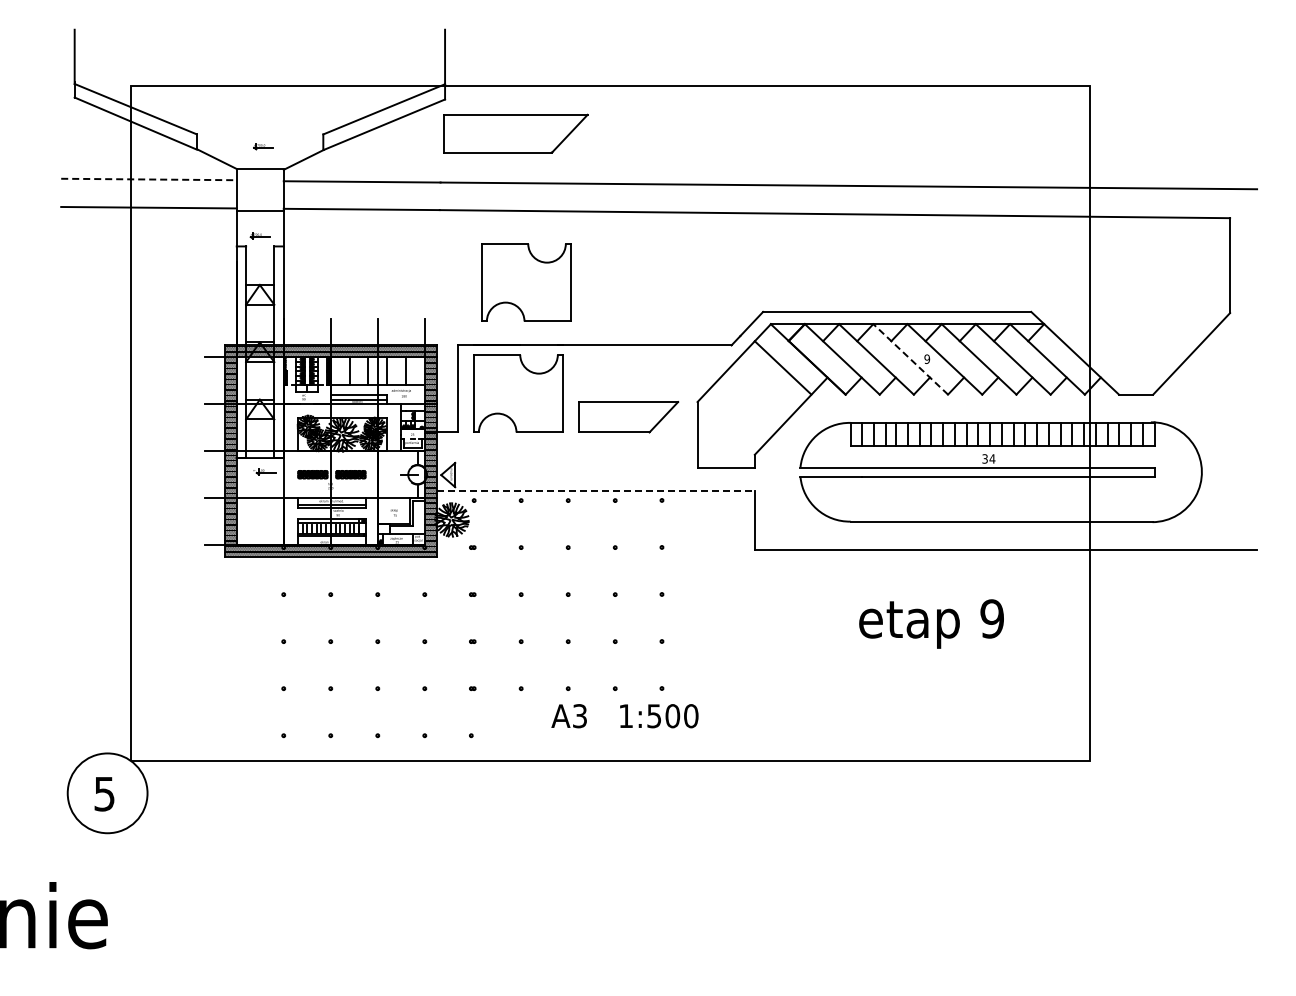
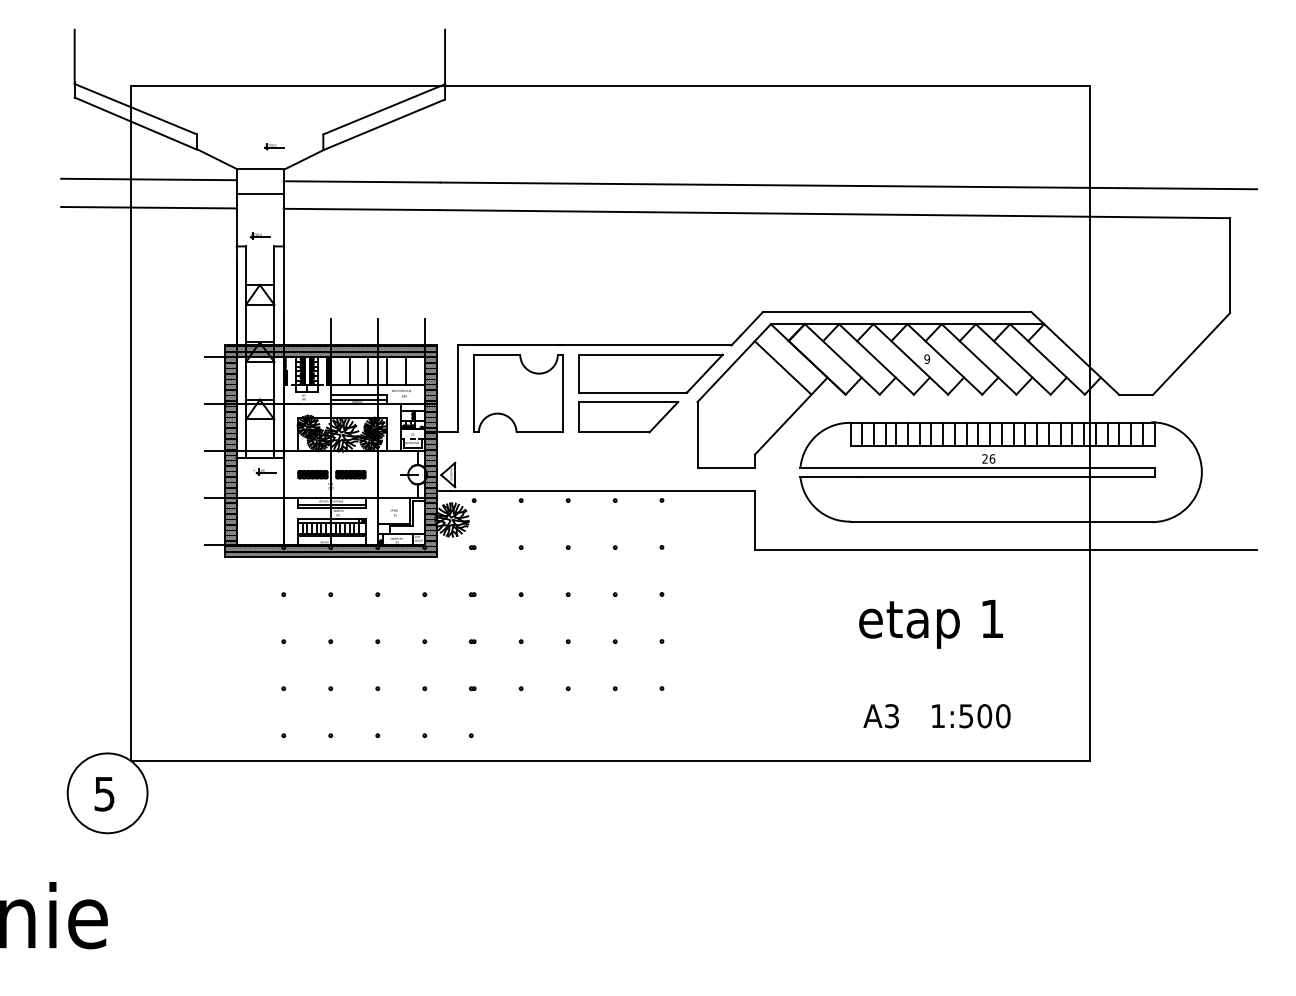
part at (515, 133) position: (515, 133) -> (650, 373)
part at (263, 146) position: (263, 146) -> (274, 146)
line at (148, 179): dashed -> solid
line at (259, 211) position: (259, 211) -> (259, 194)
part at (526, 282): present -> none
line at (910, 359): dashed -> solid
text at (988, 458): 34 -> 26
line at (596, 491): dashed -> solid
text at (991, 618): 9 -> 1
text at (624, 716) position: (624, 716) -> (936, 716)
